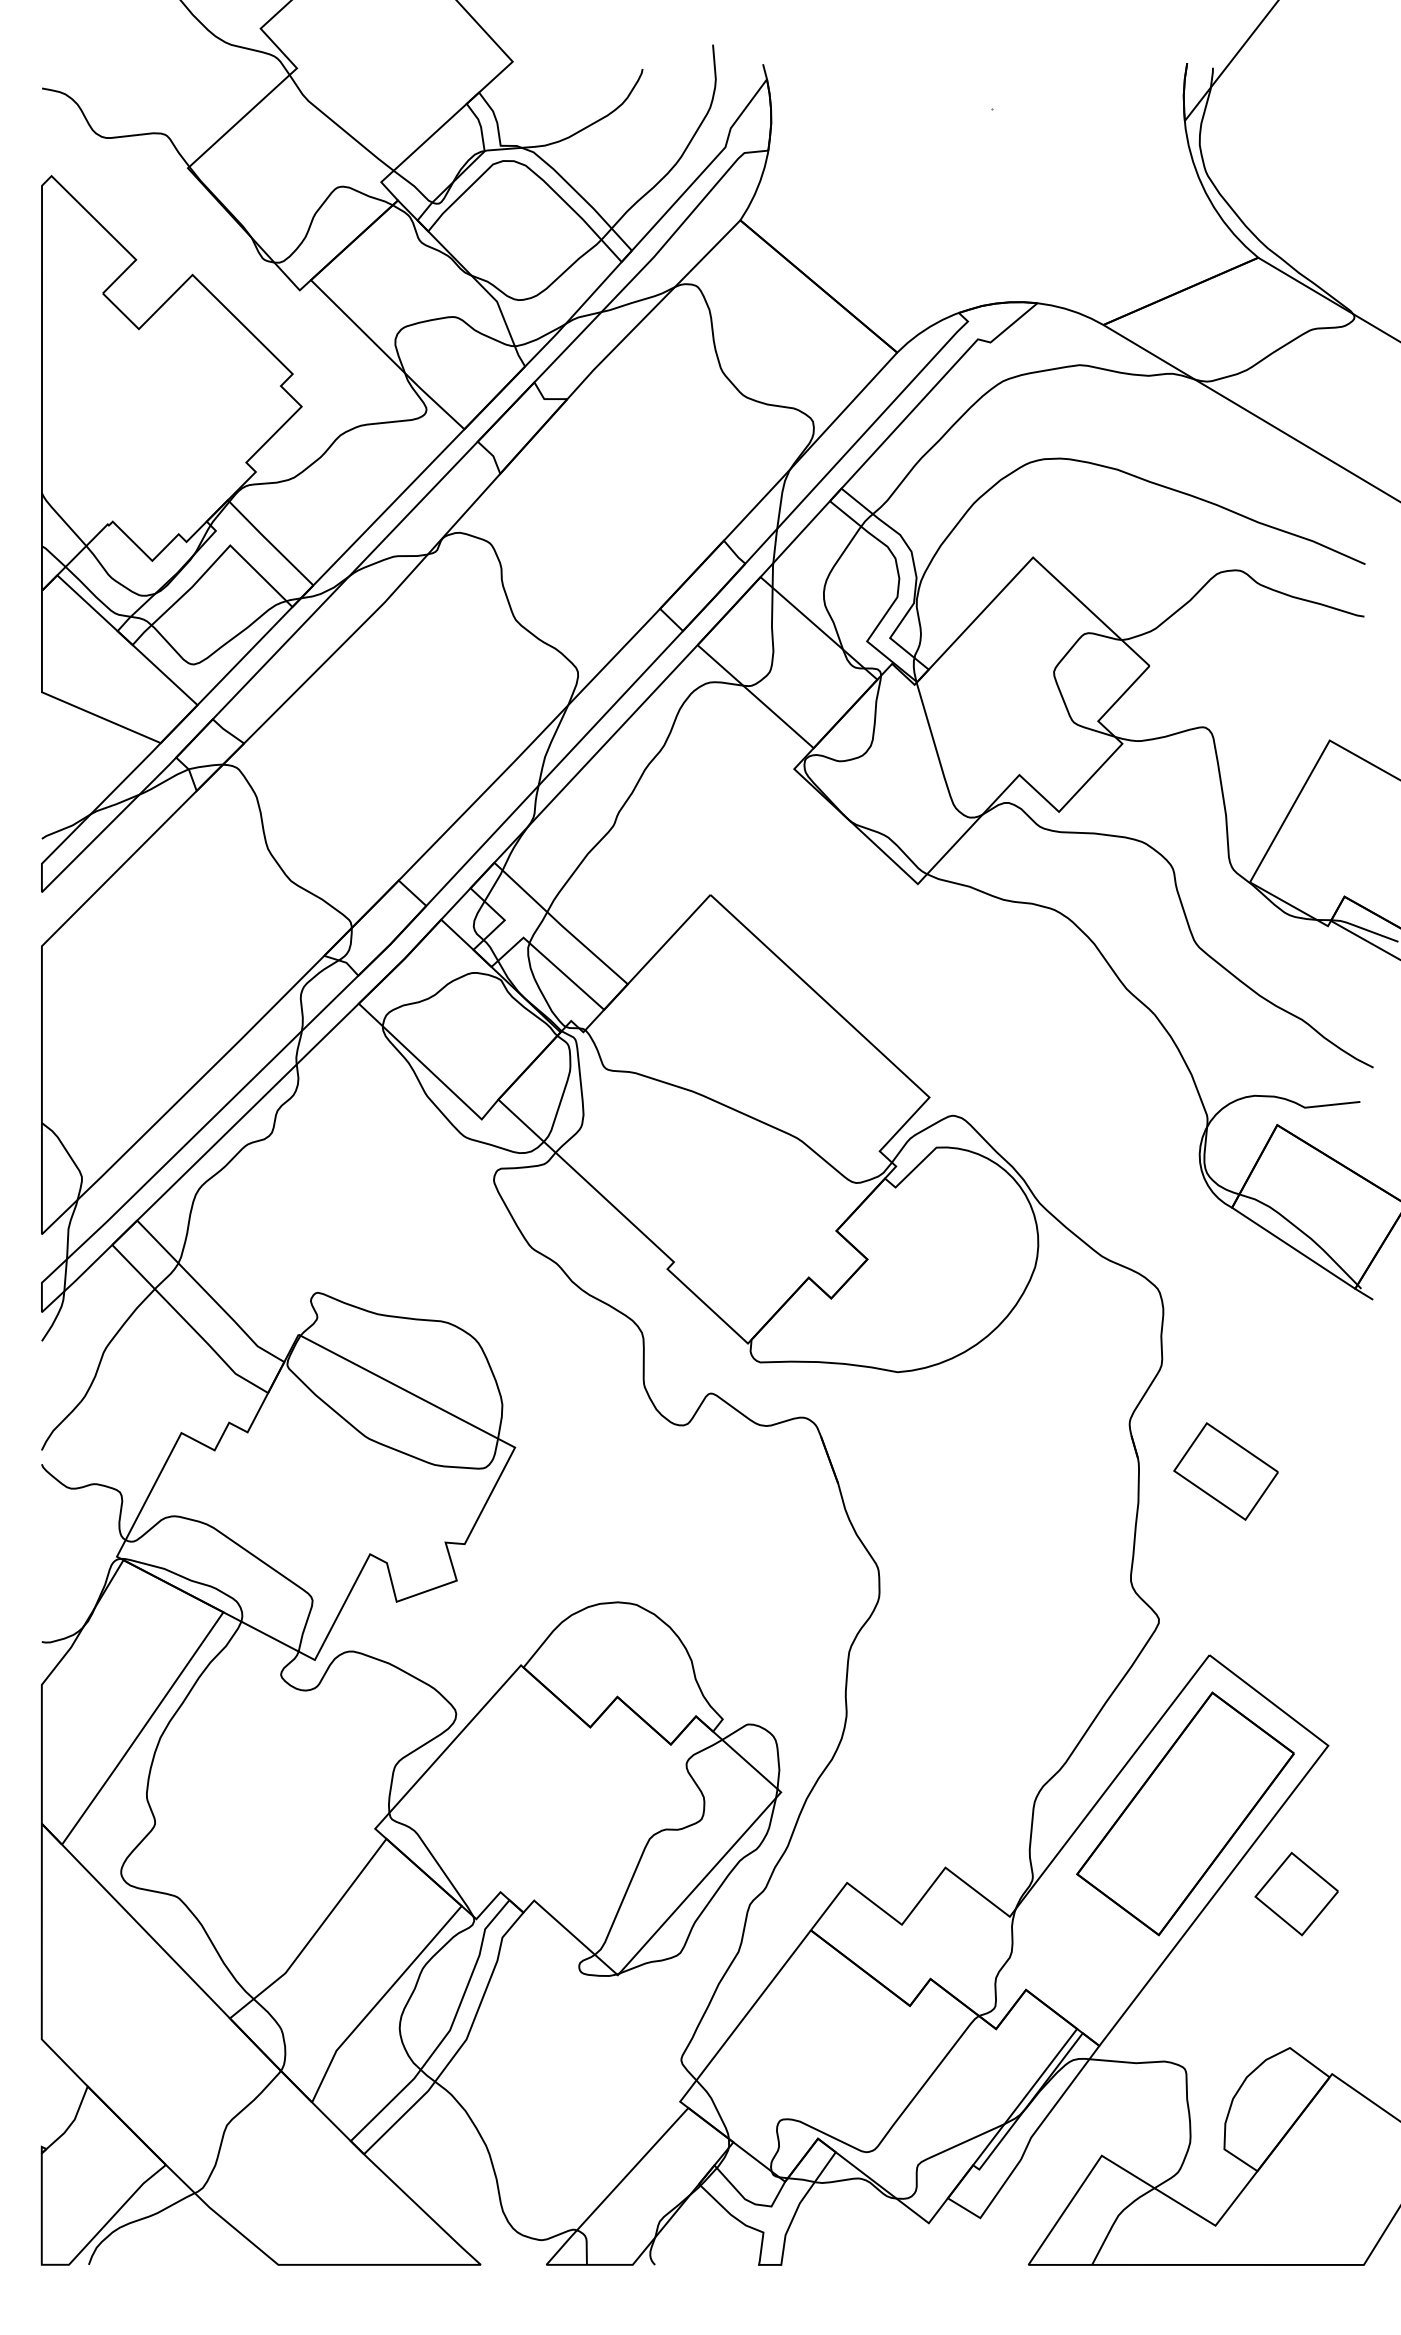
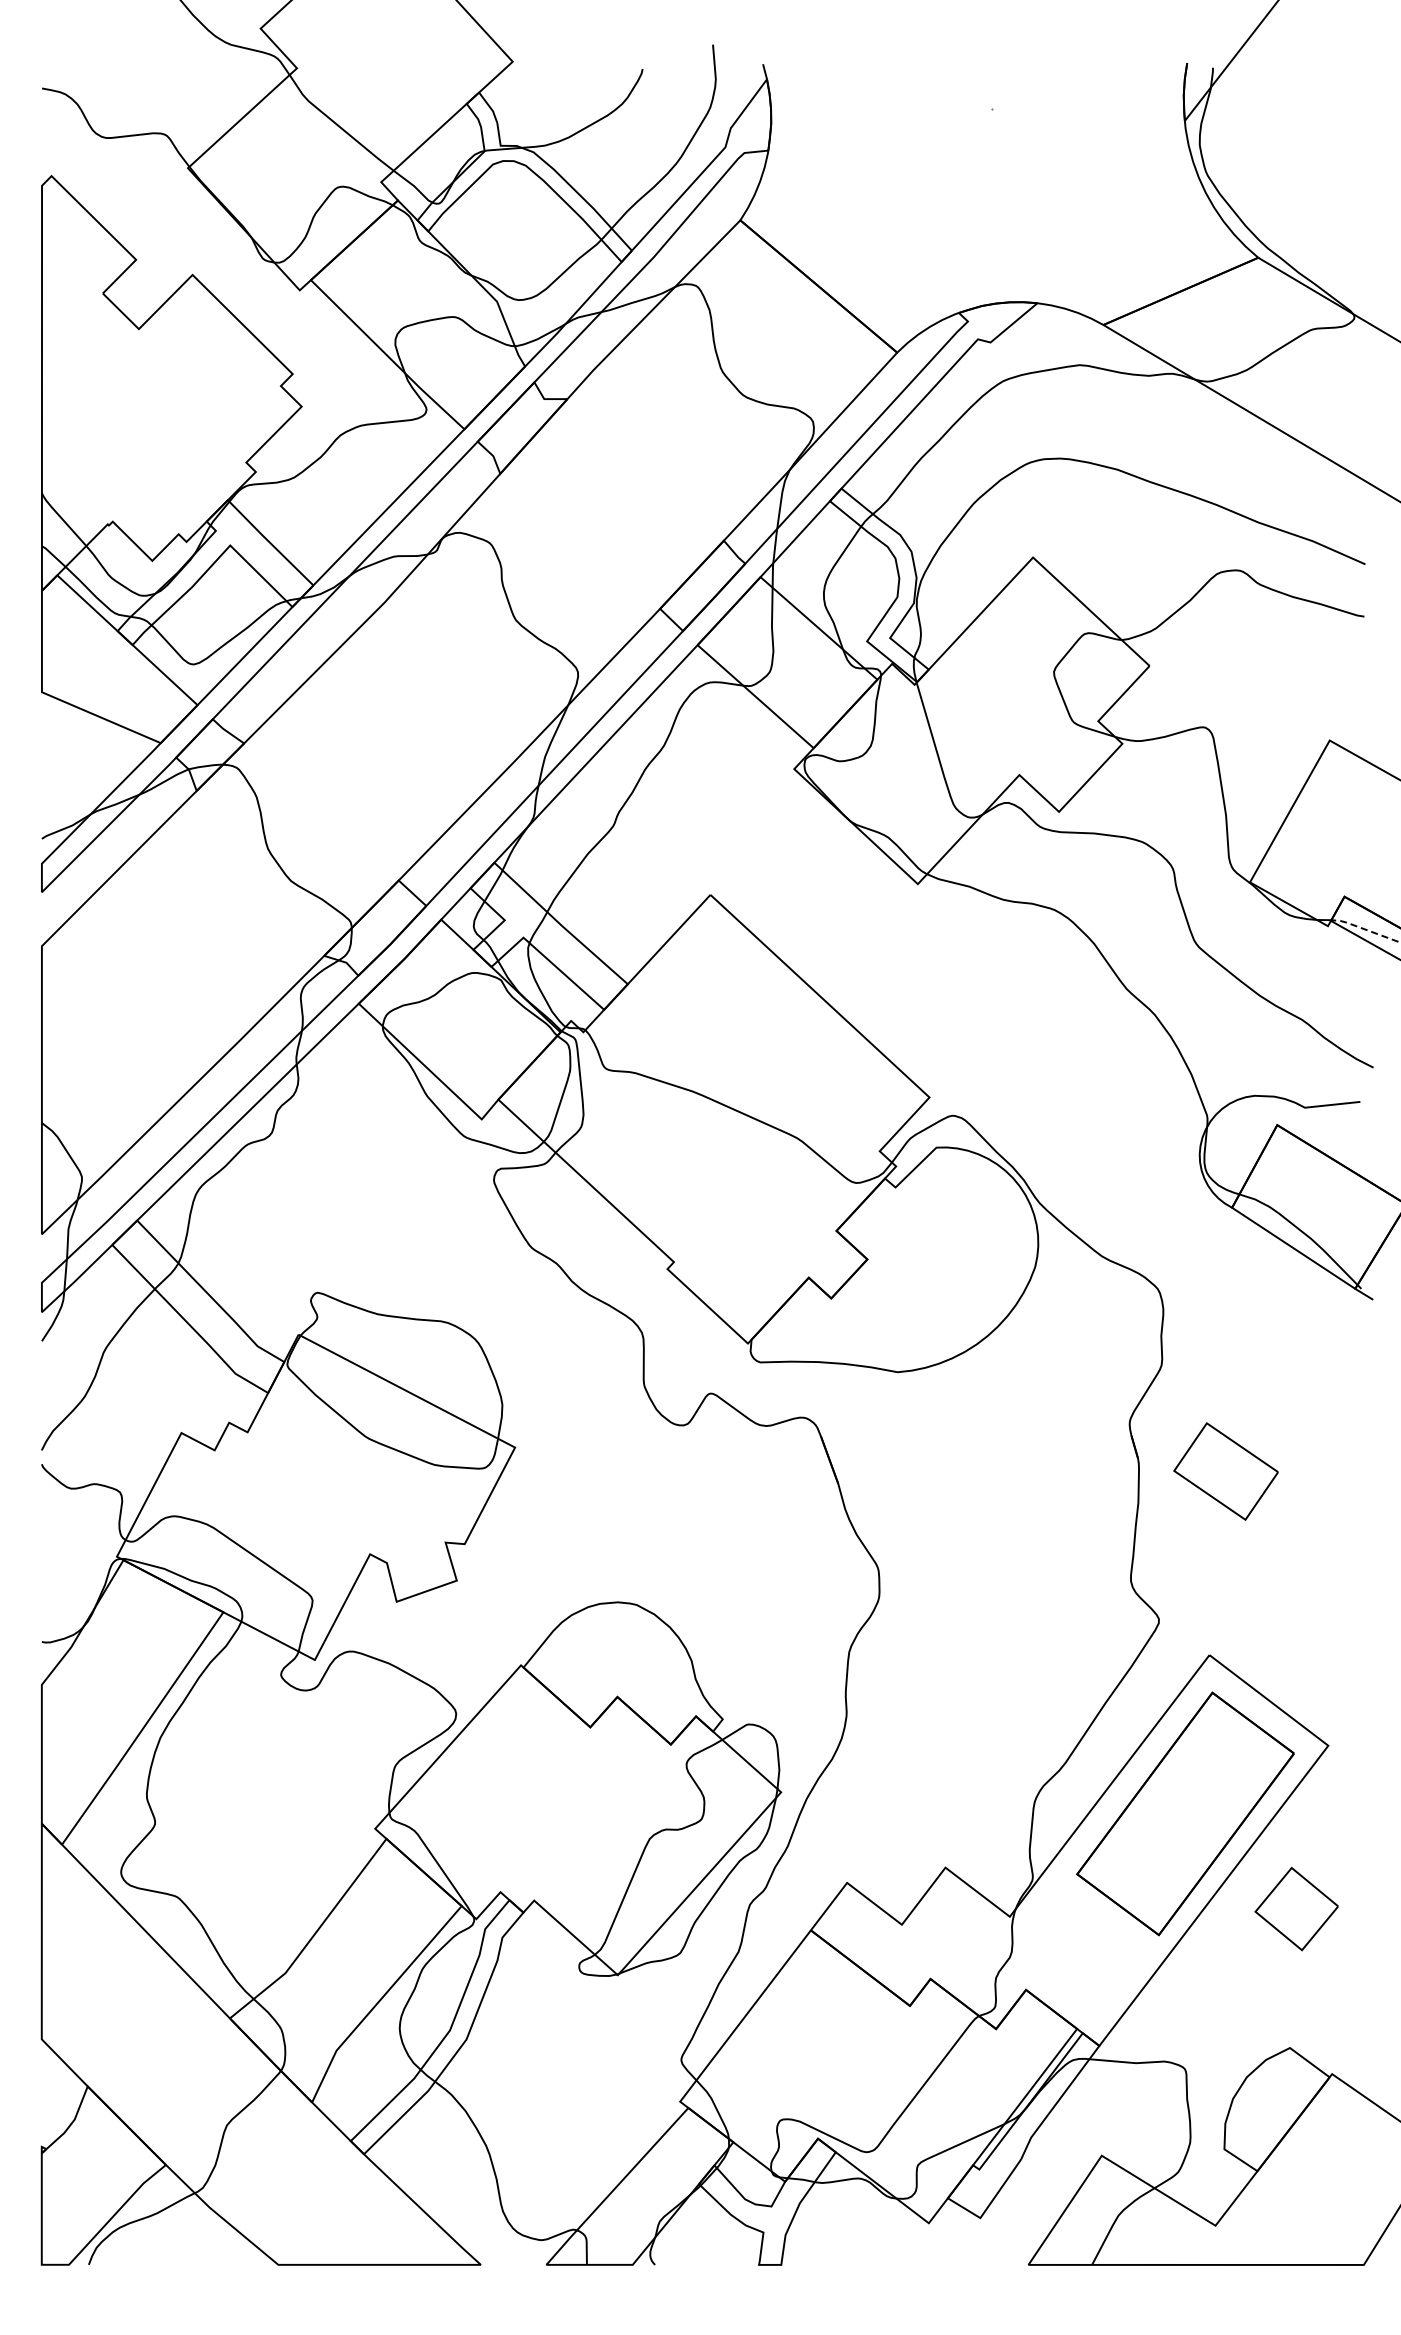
line at (1363, 928): solid -> dashed
part at (1296, 1893) position: (1296, 1893) -> (1296, 1908)
